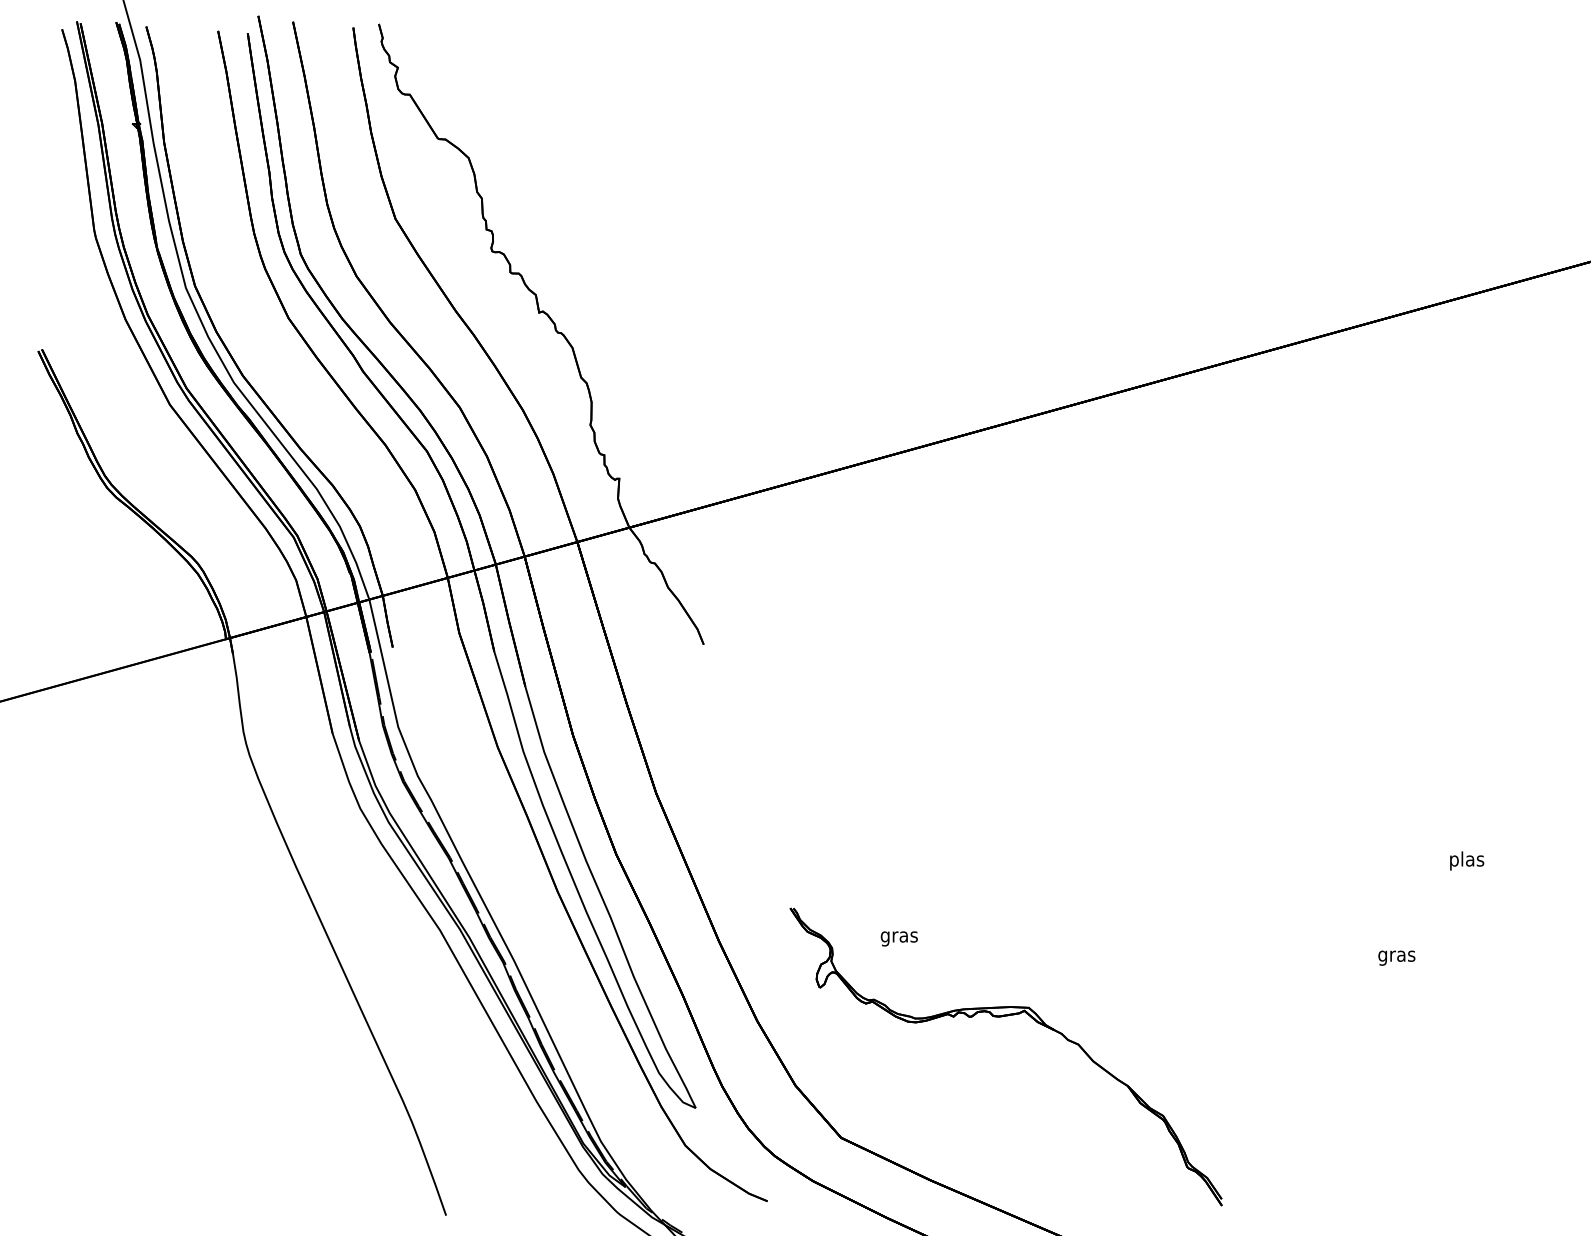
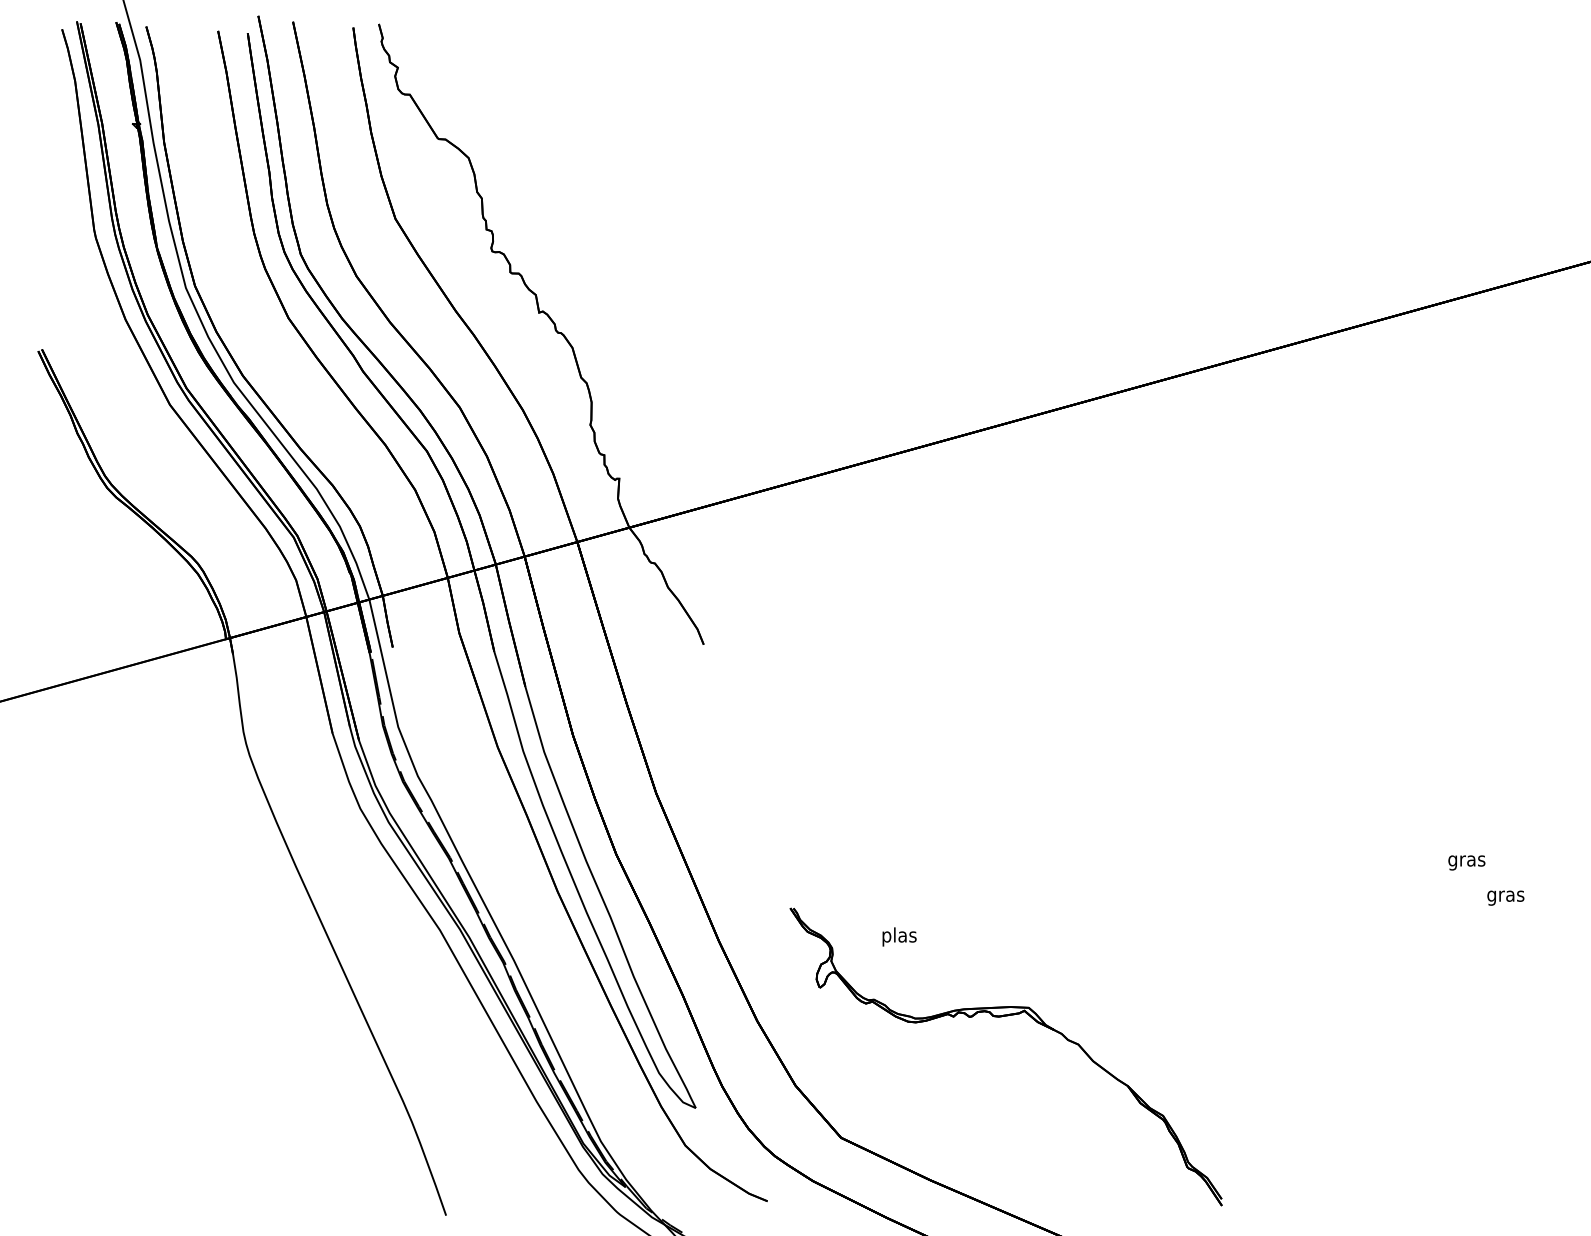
text at (1466, 860): plas -> gras
text at (898, 936): gras -> plas
text at (1396, 957) position: (1396, 957) -> (1505, 897)
